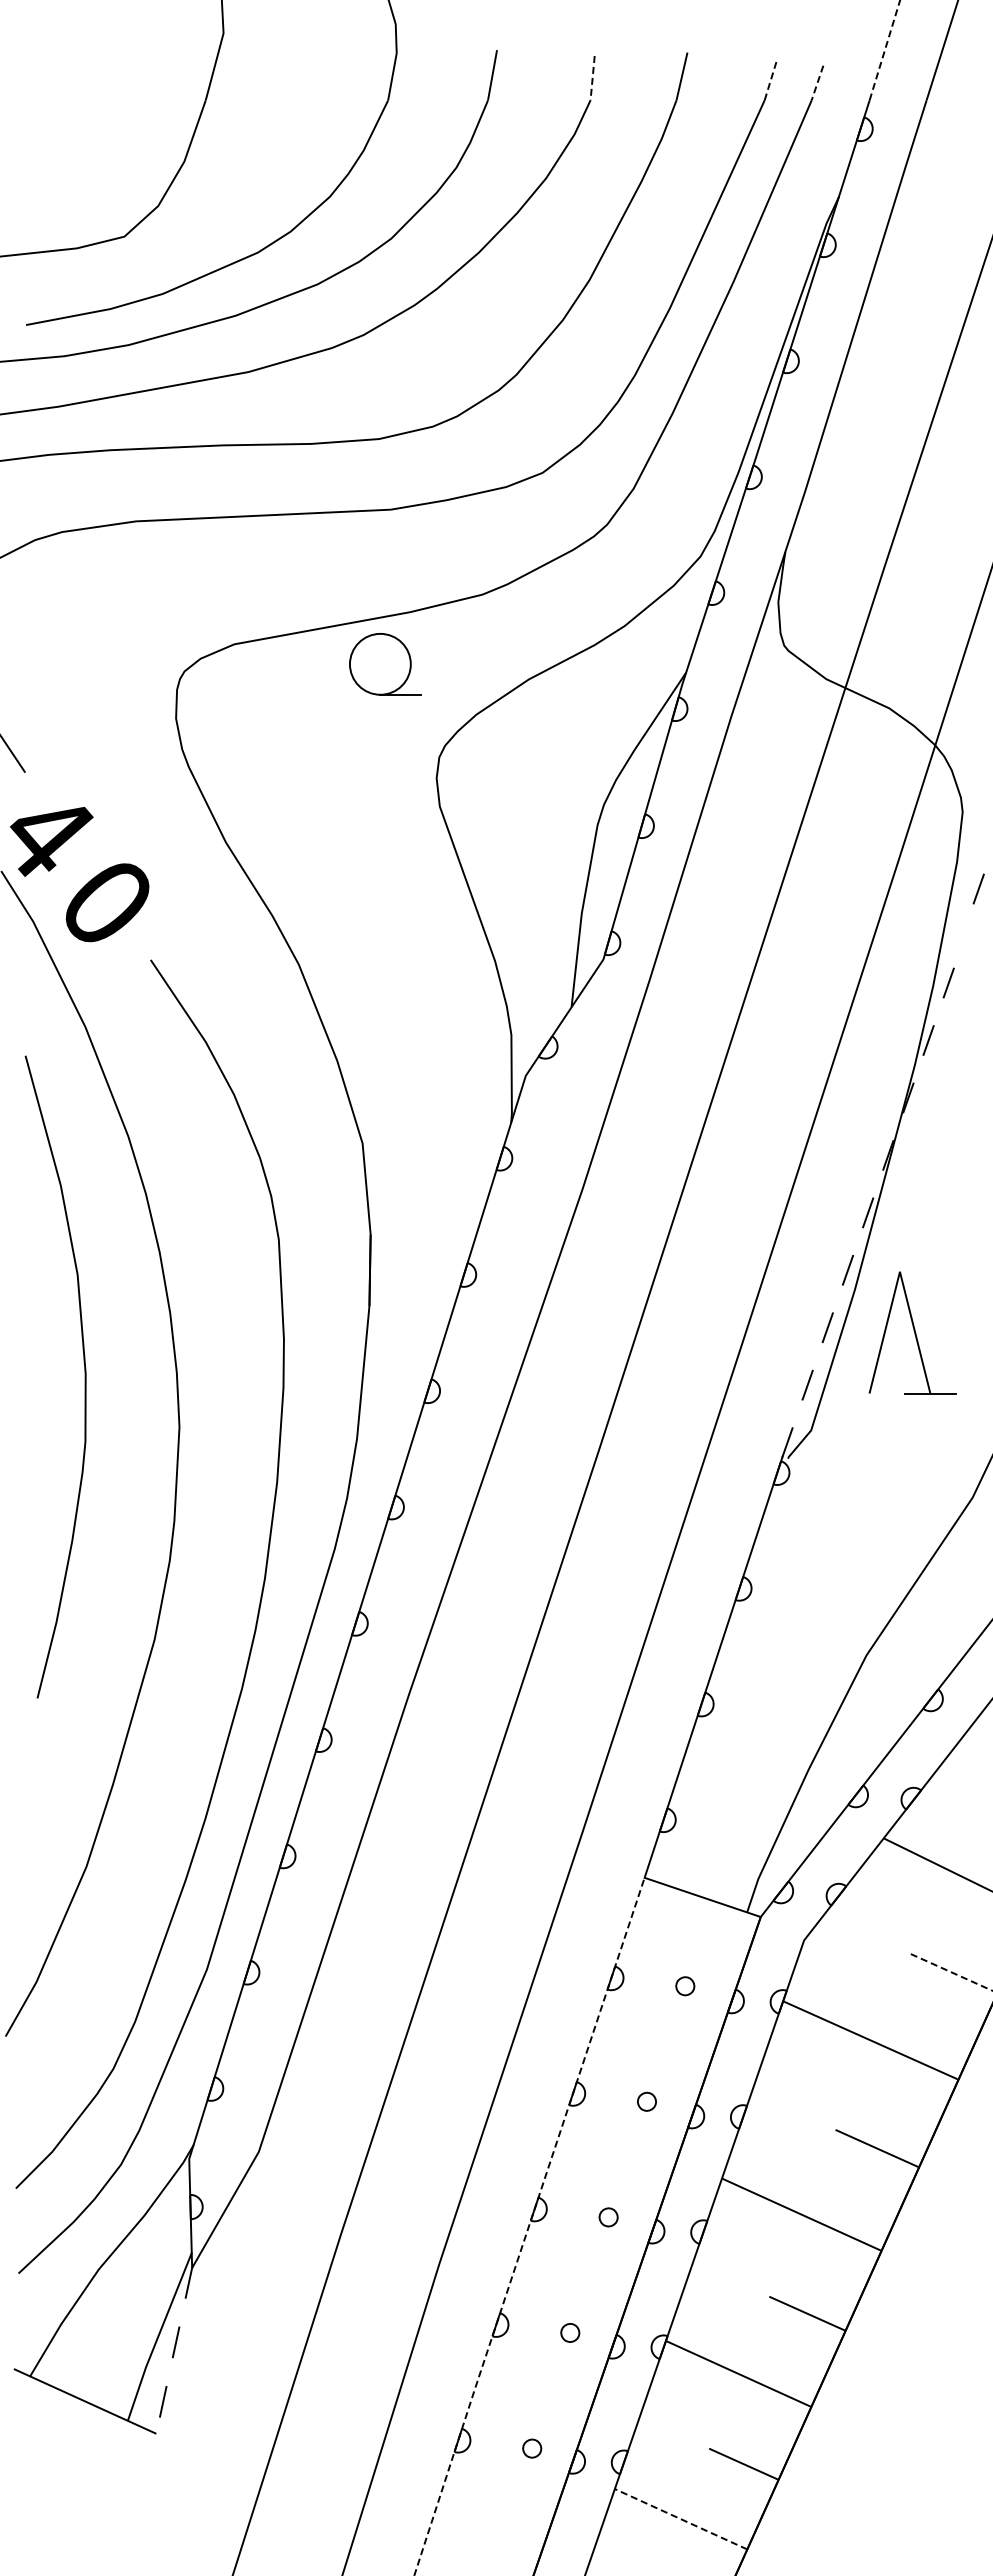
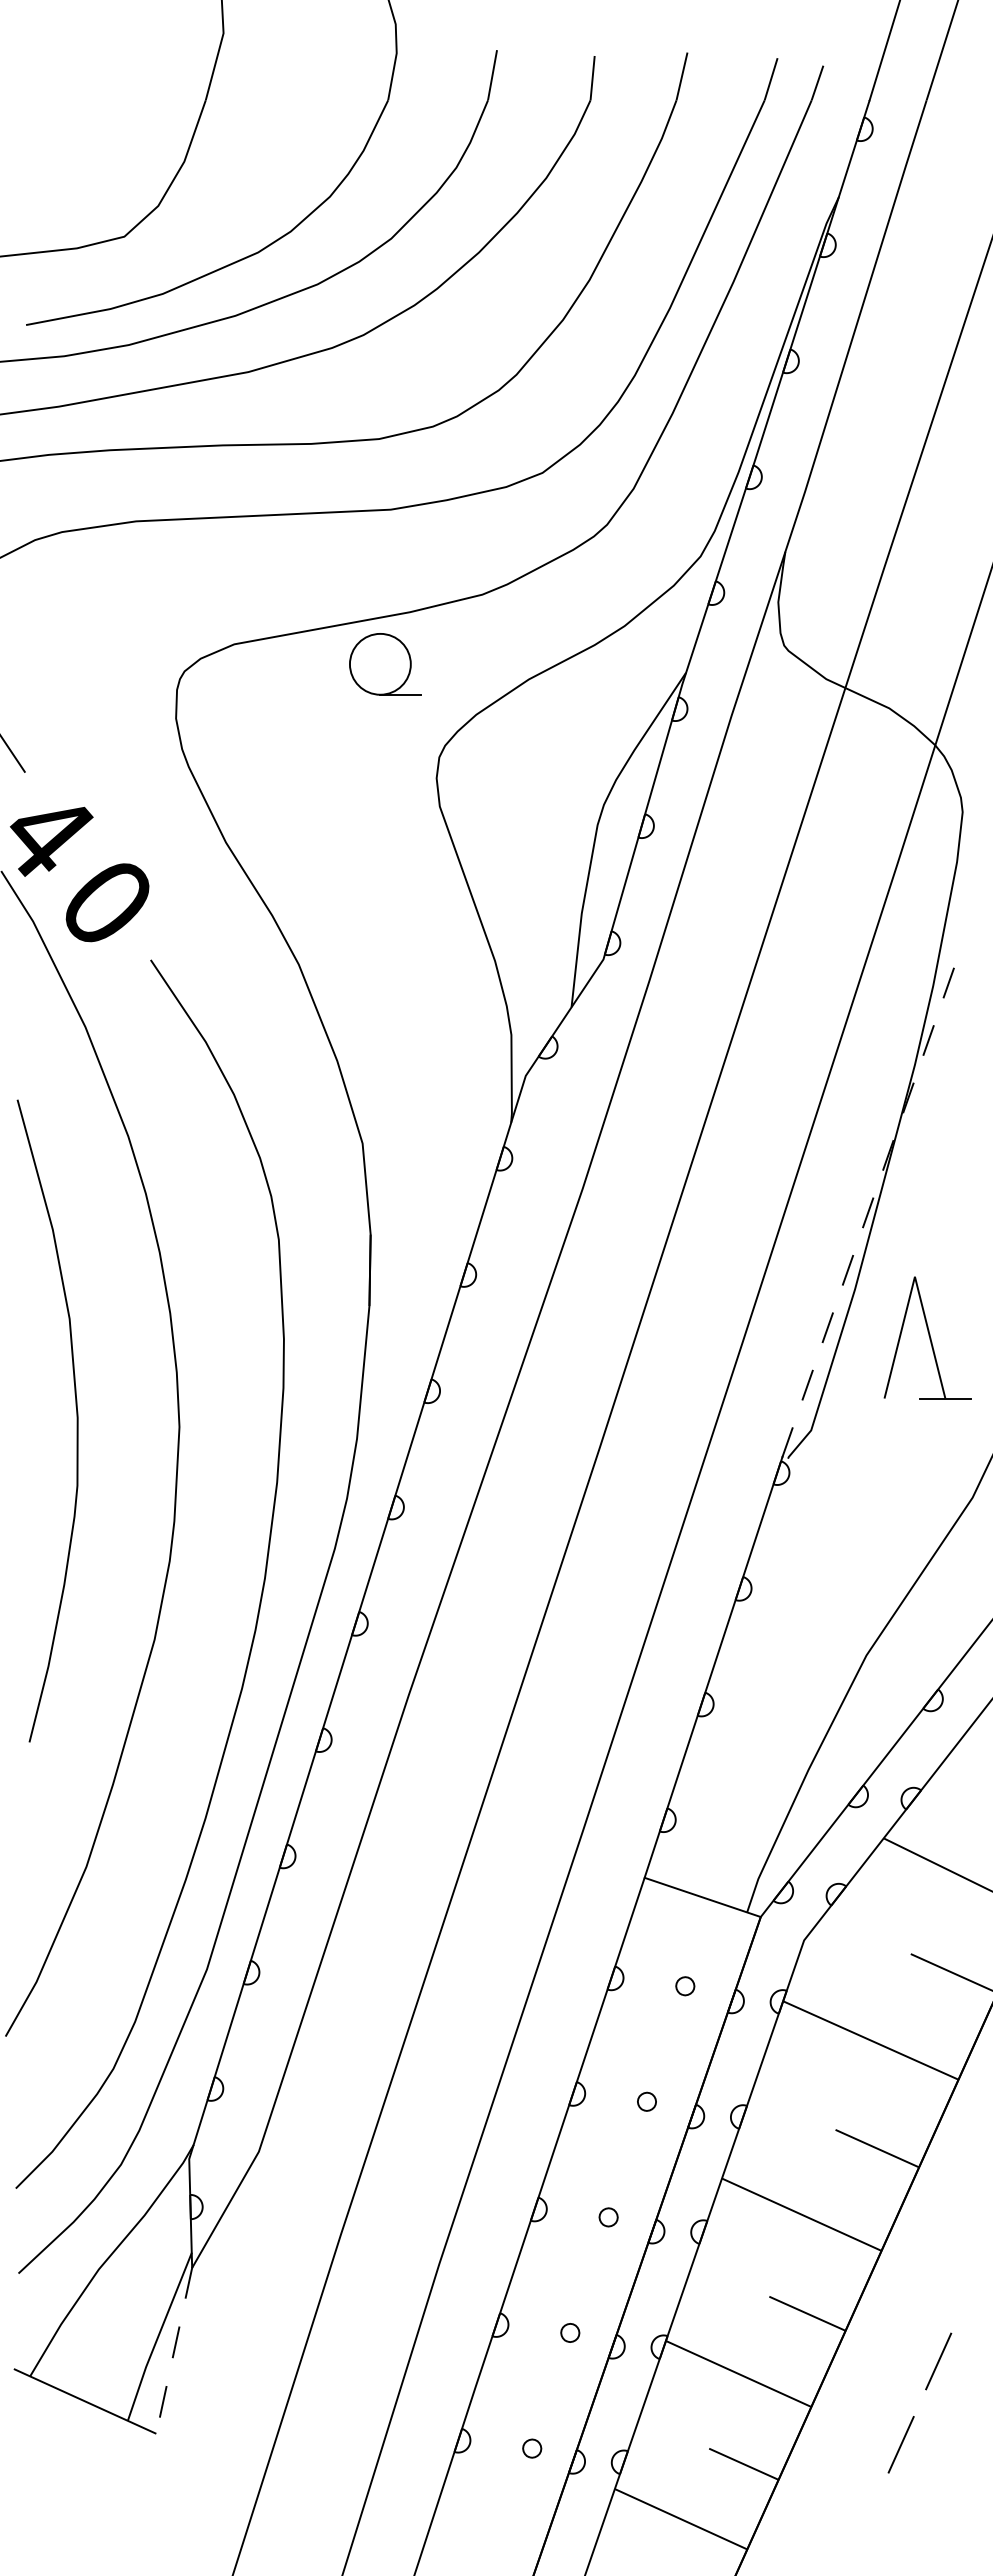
line at (884, 50): dashed -> solid
line at (592, 78): dashed -> solid
line at (771, 78): dashed -> solid
line at (817, 83): dashed -> solid
line at (978, 888): present -> none
part at (912, 1332) position: (912, 1332) -> (927, 1337)
curve at (84, 1376) position: (84, 1376) -> (76, 1420)
line at (951, 1972): dashed -> solid
line at (528, 2226): dashed -> solid
line at (938, 2361): none -> present
line at (900, 2444): none -> present
line at (681, 2519): dashed -> solid
